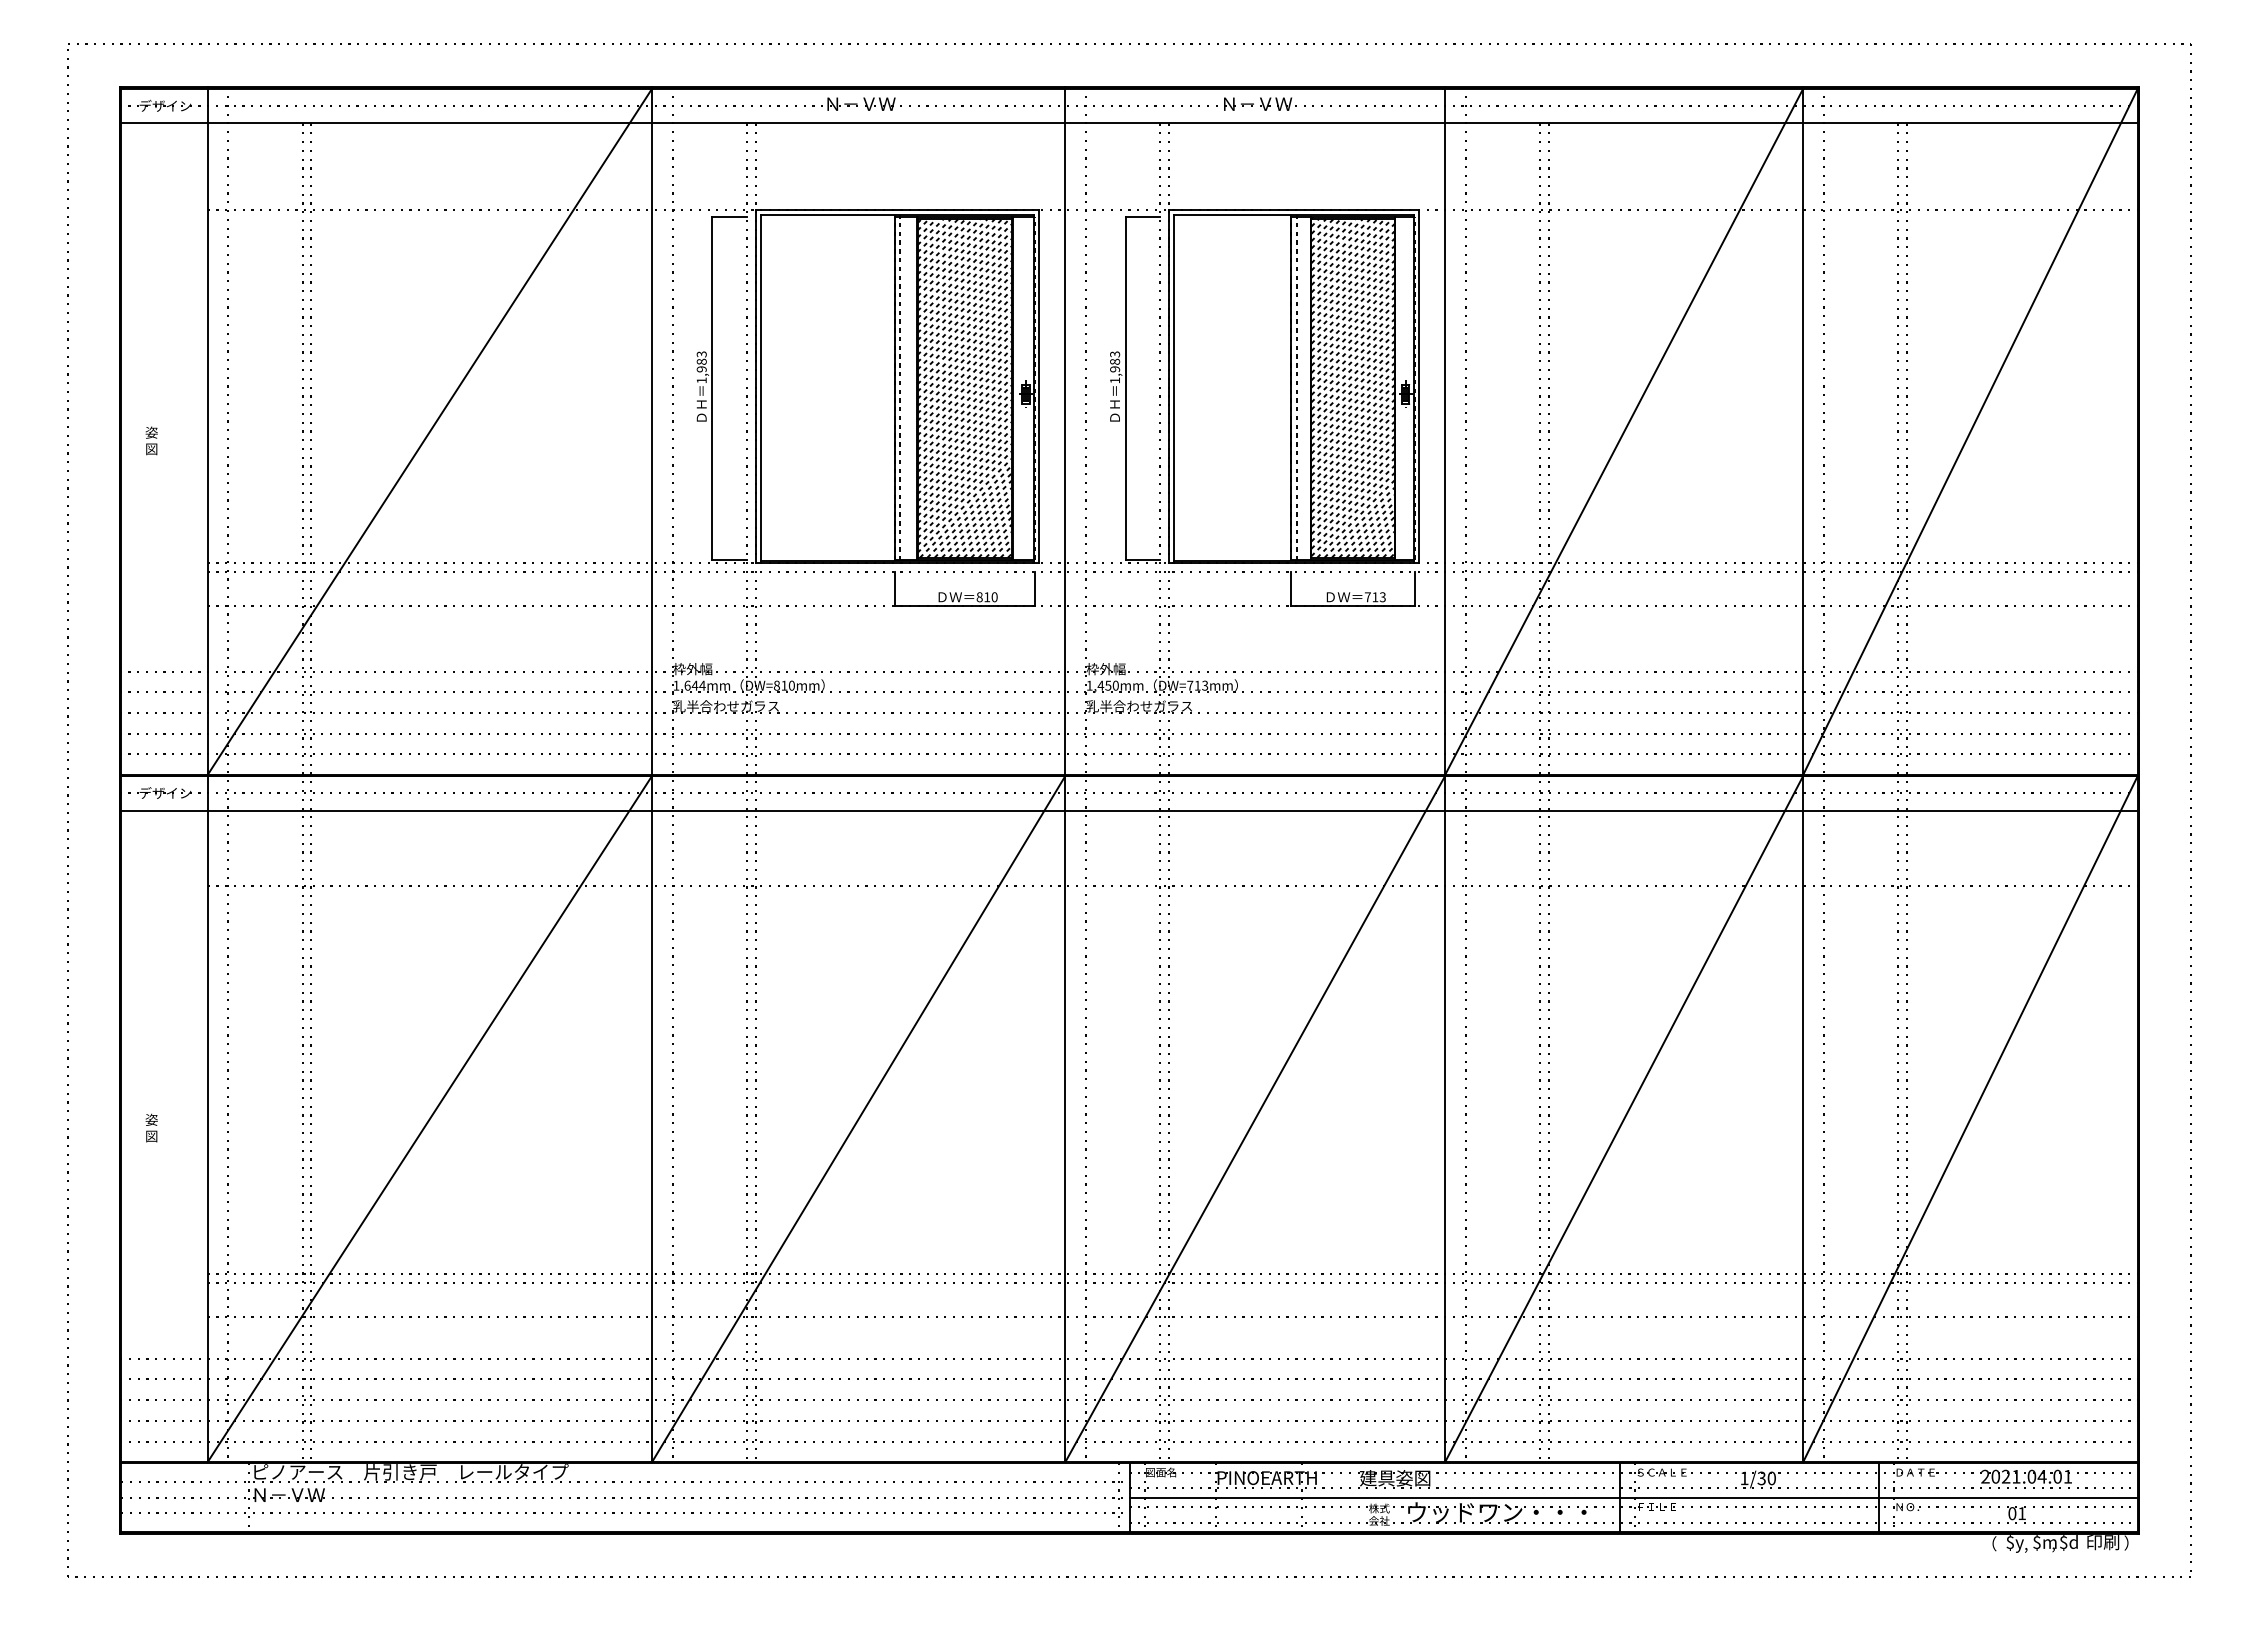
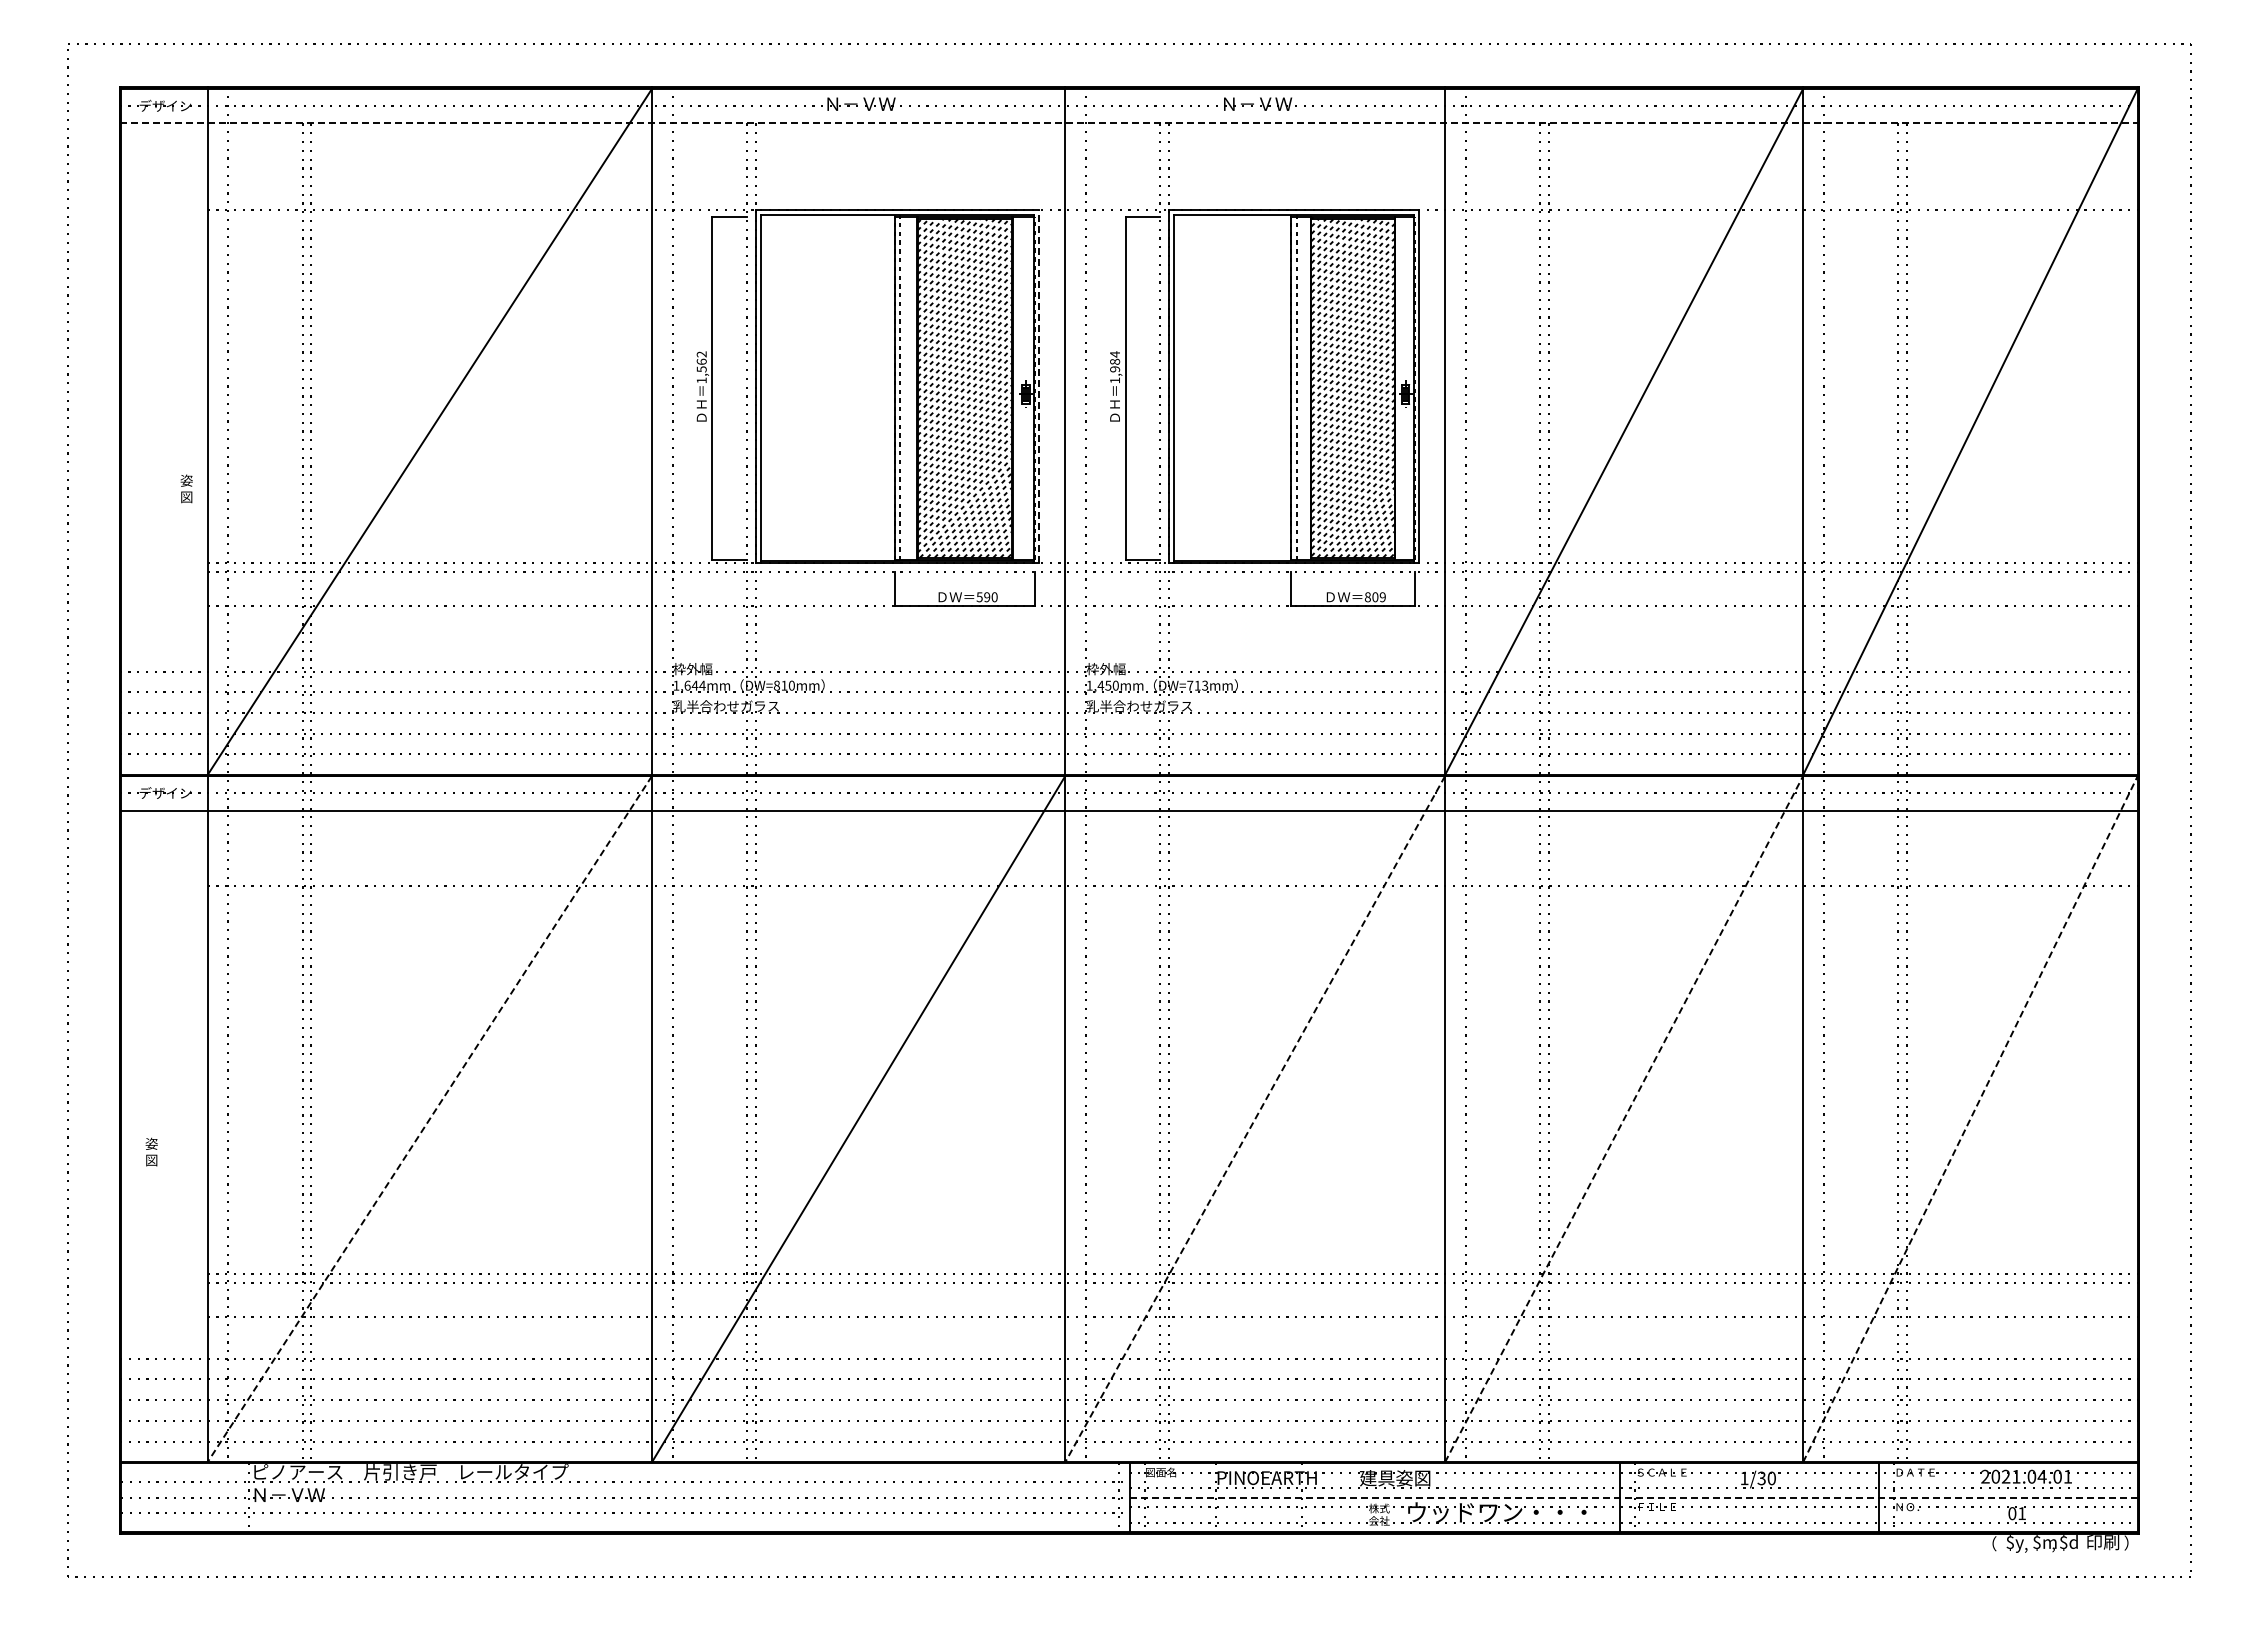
line at (1129, 123): solid -> dashed
text at (1115, 354): 1,983 -> 1,984
text at (701, 361): 1,983 -> 1,562
line at (1039, 386): solid -> dashed
text at (151, 440) position: (151, 440) -> (186, 488)
text at (983, 597): 810 -> 590
text at (1374, 597): 713 -> 809
line at (429, 1119): solid -> dashed
line at (1254, 1119): solid -> dashed
line at (1624, 1119): solid -> dashed
line at (1970, 1119): solid -> dashed
text at (151, 1127) position: (151, 1127) -> (151, 1151)
line at (1634, 1497): solid -> dashed
